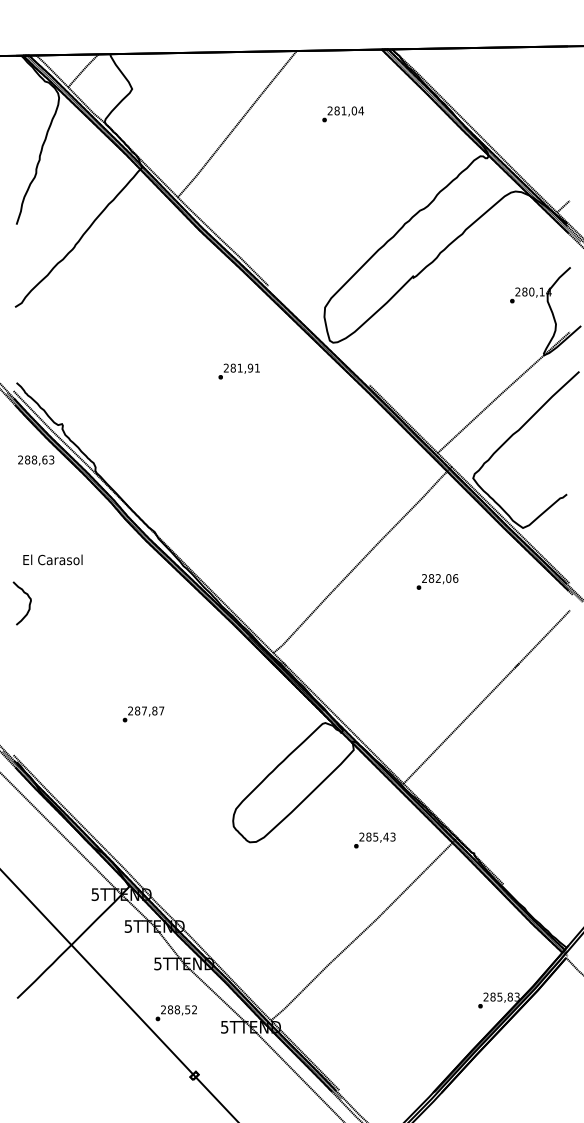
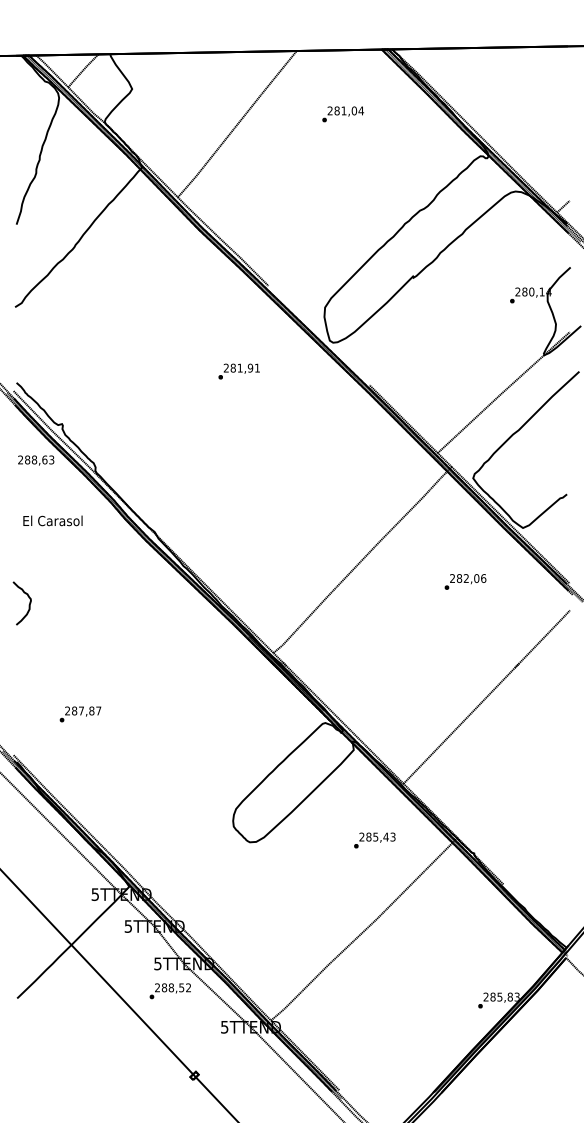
text at (52, 559) position: (52, 559) -> (52, 520)
text at (437, 581) position: (437, 581) -> (465, 581)
text at (143, 714) position: (143, 714) -> (80, 714)
text at (175, 1013) position: (175, 1013) -> (169, 991)
